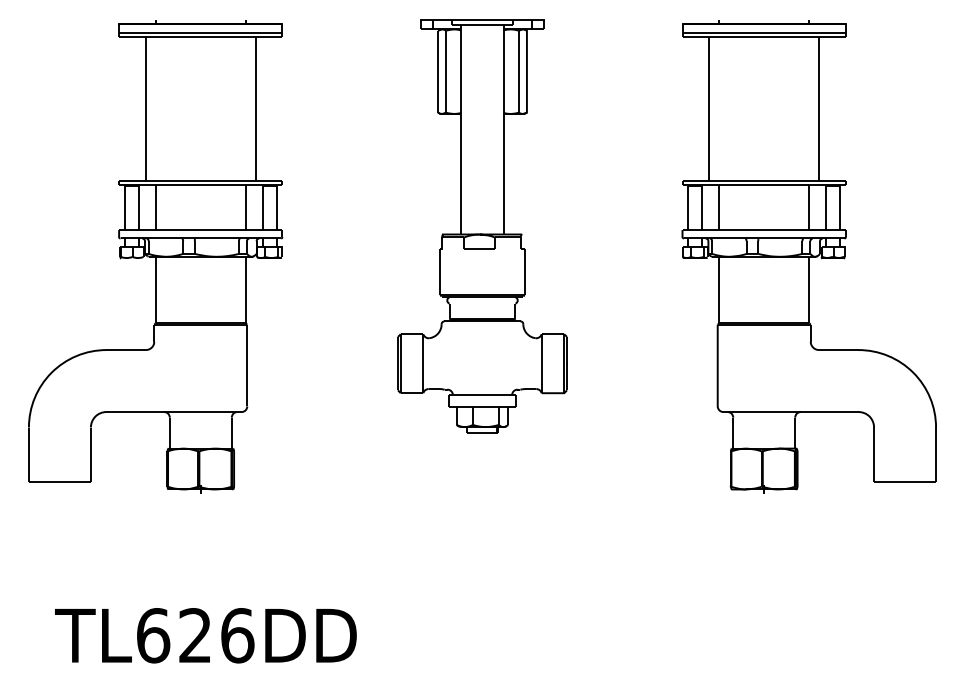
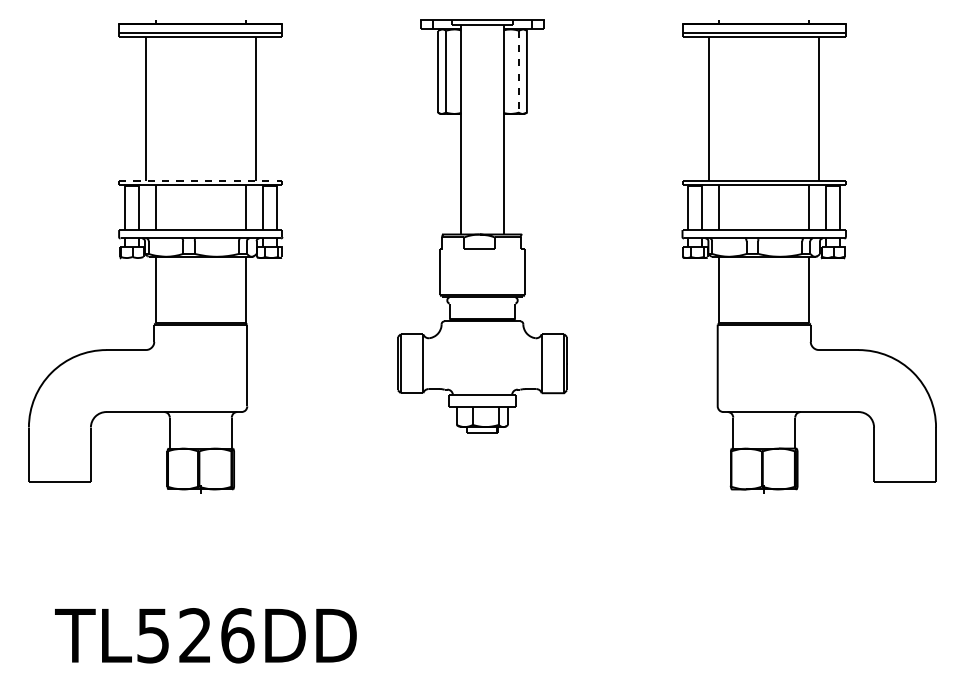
line at (518, 72): solid -> dashed
line at (200, 180): solid -> dashed
text at (153, 635): TL626DD -> TL526DD
